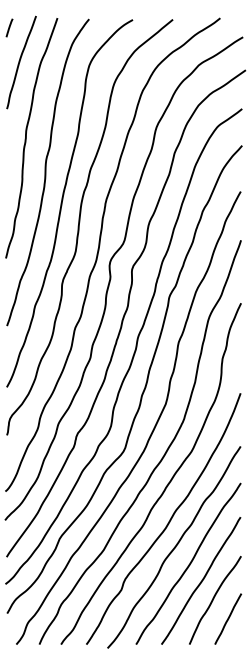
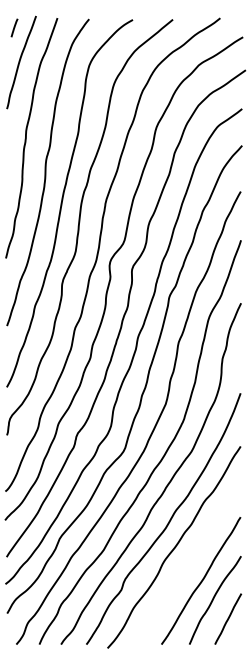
line at (9, 27) position: (9, 27) -> (14, 27)
curve at (189, 563): present -> none
